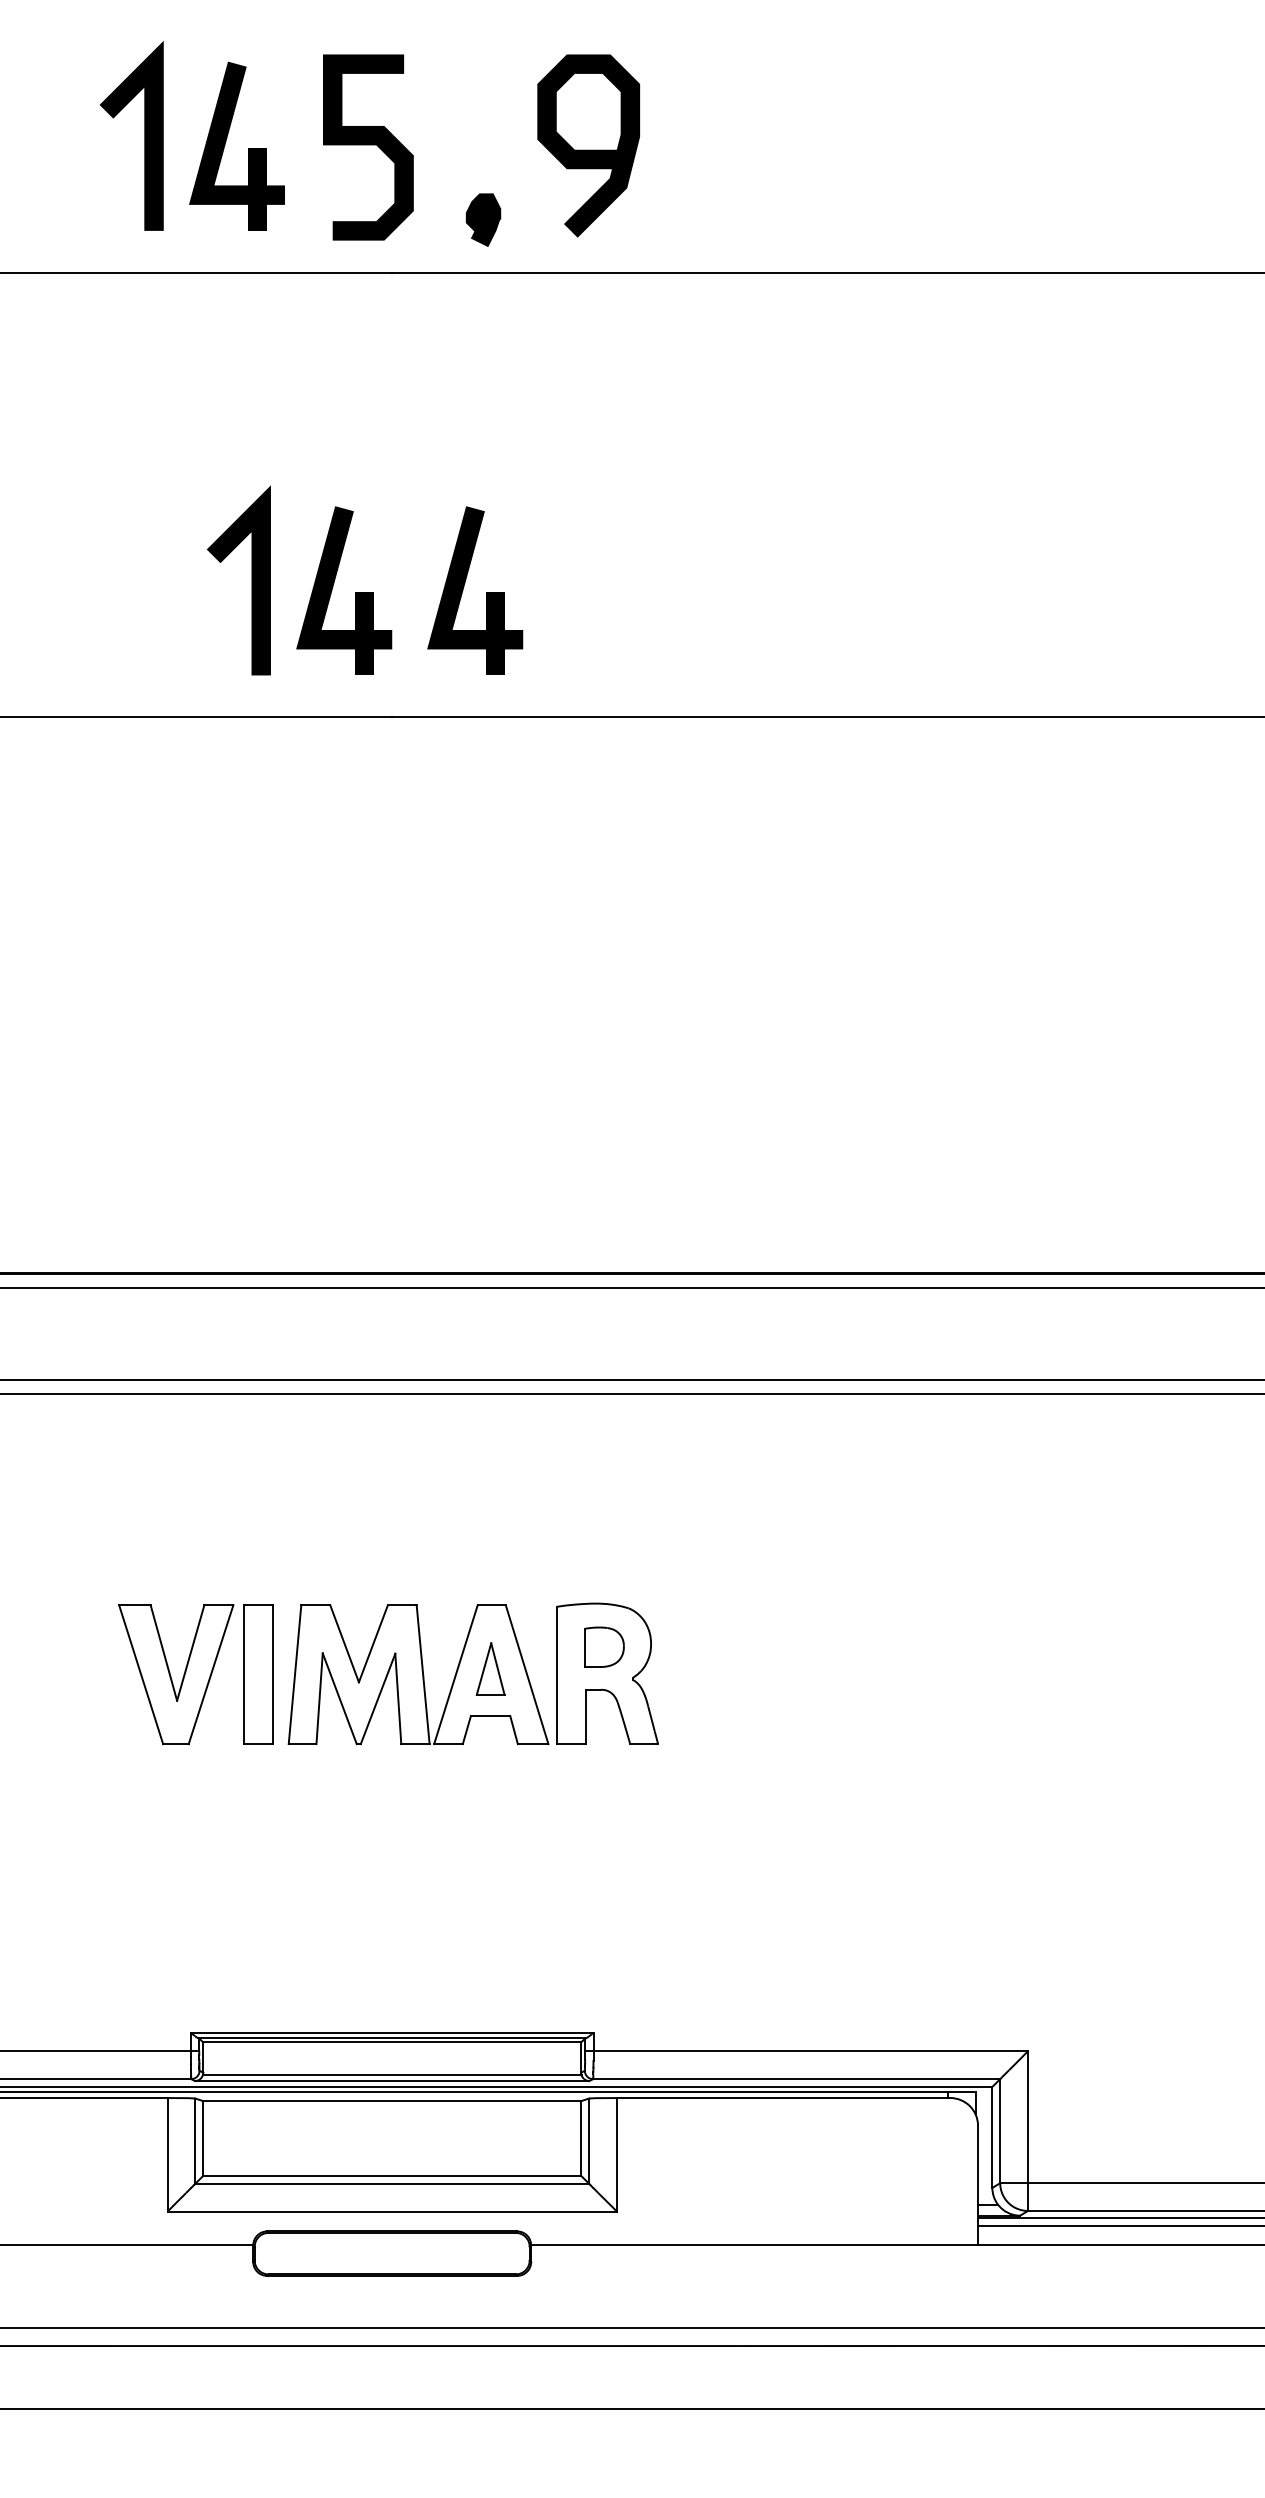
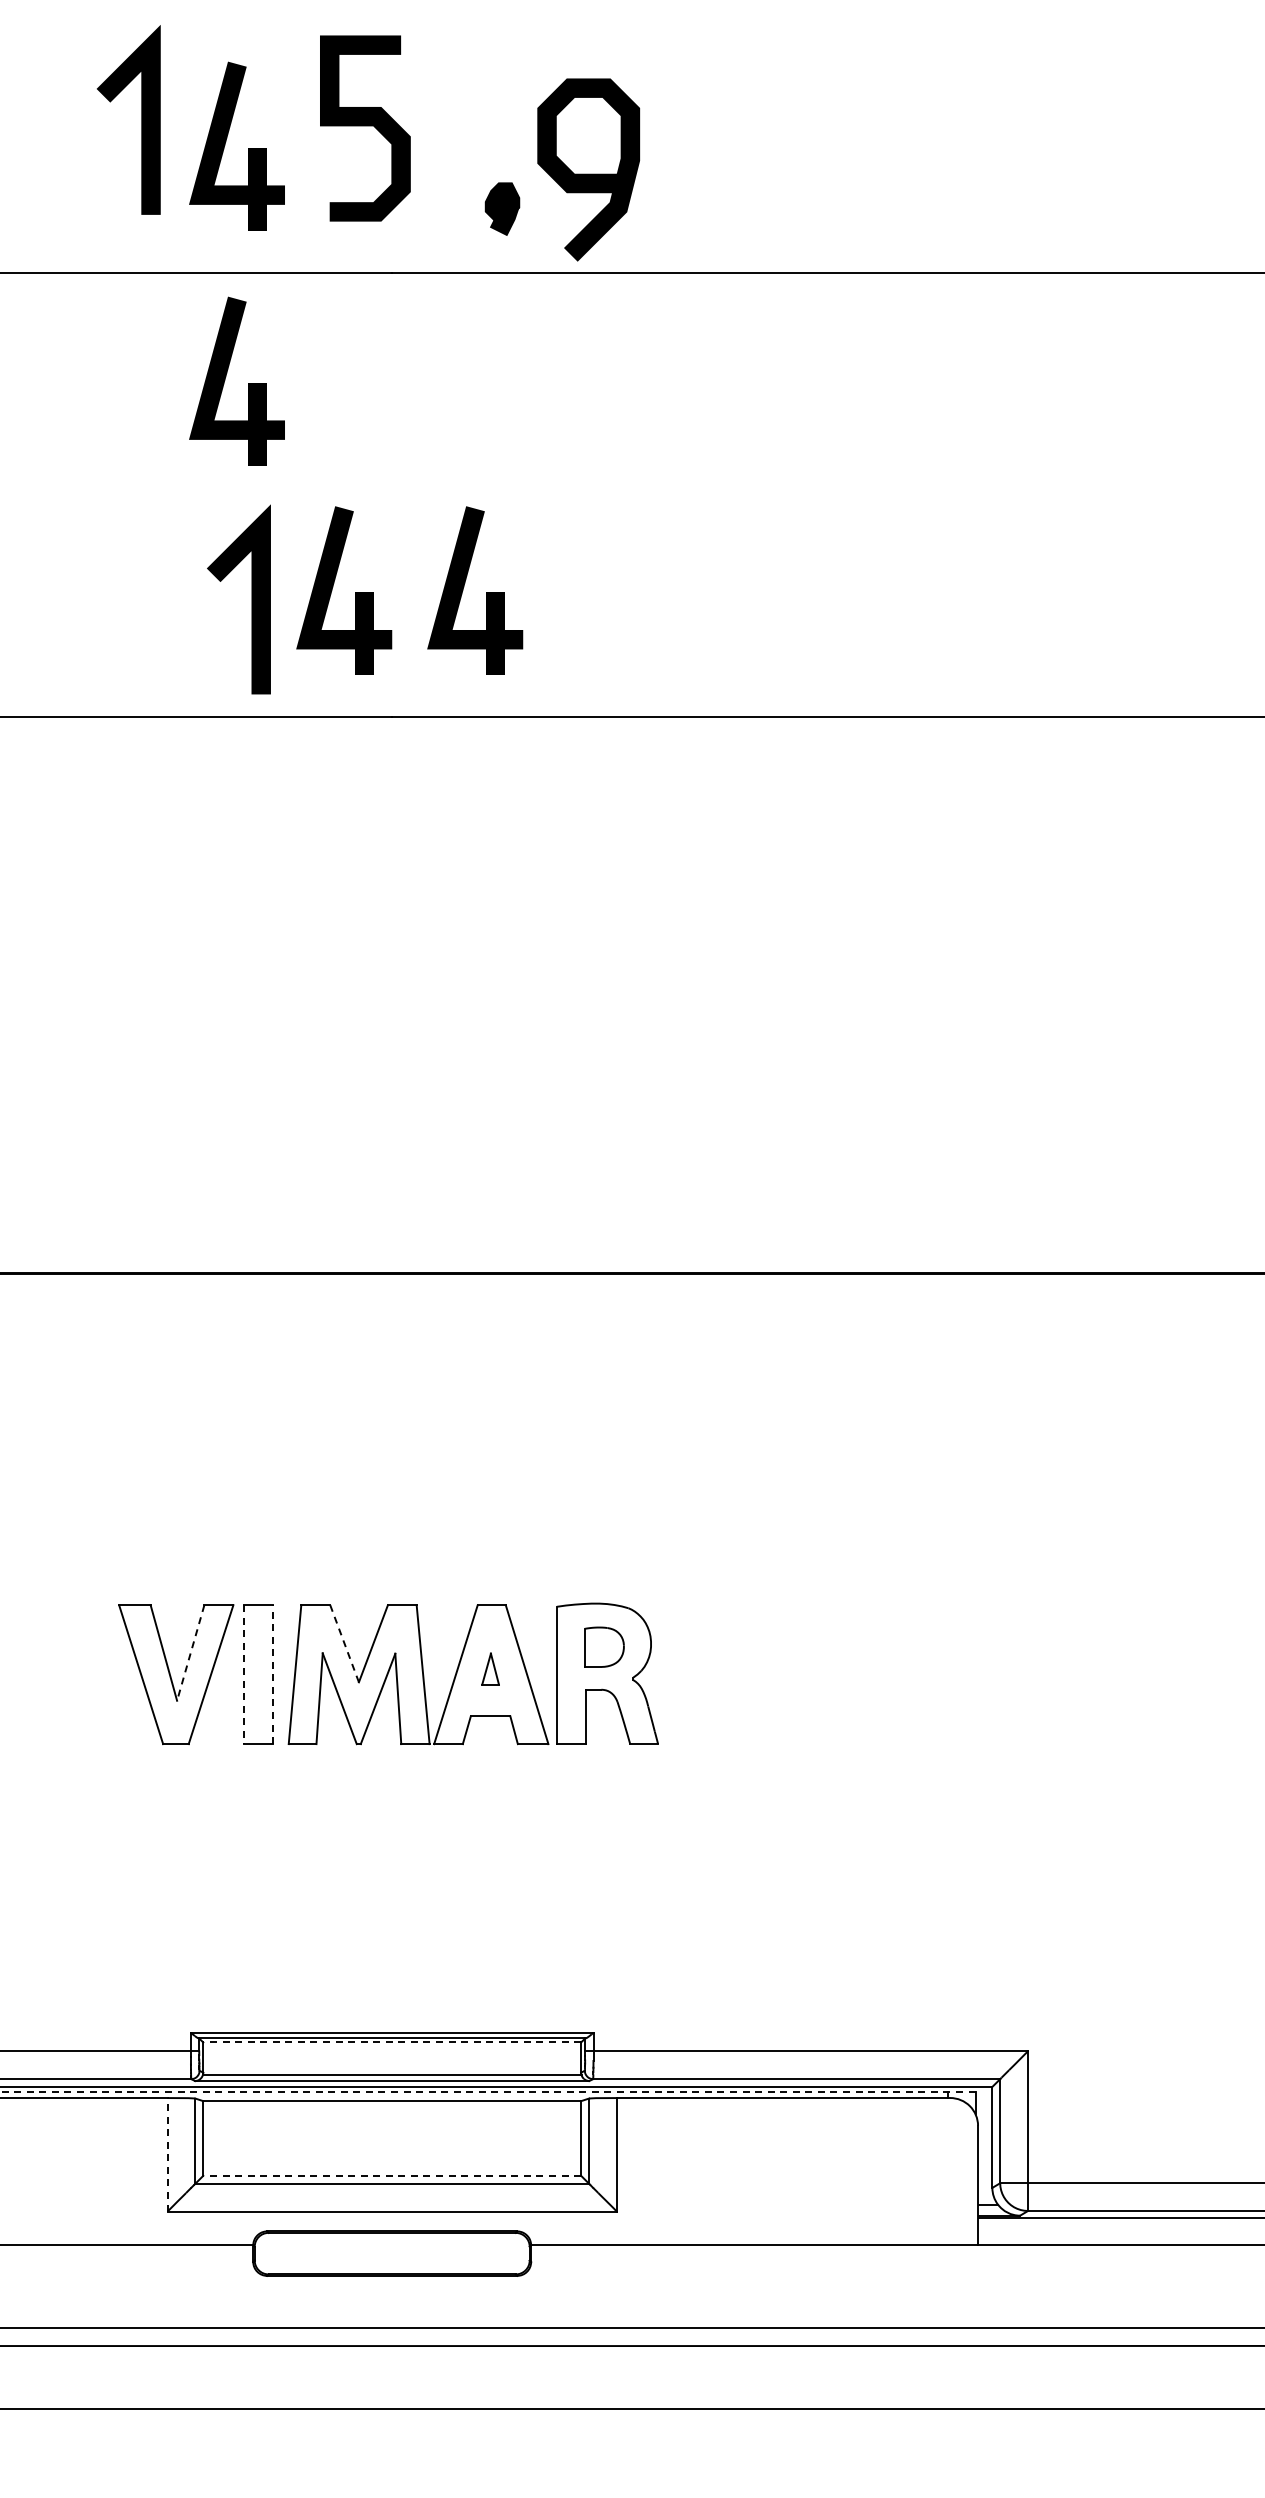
line at (144, 135) position: (144, 135) -> (141, 119)
curve at (368, 145) position: (368, 145) -> (365, 126)
curve at (588, 149) position: (588, 149) -> (588, 173)
part at (483, 219) position: (483, 219) -> (502, 208)
part at (226, 377): none -> present
line at (251, 580) position: (251, 580) -> (251, 599)
line at (631, 1288): present -> none
line at (631, 1380): present -> none
line at (631, 1394): present -> none
line at (344, 1643): solid -> dashed
line at (190, 1652): solid -> dashed
part at (490, 1668) size: 31x54 px -> 19x34 px
line at (273, 1674): solid -> dashed
line at (244, 1675): solid -> dashed
line at (392, 2042): solid -> dashed
line at (487, 2092): solid -> dashed
line at (167, 2154): solid -> dashed
line at (392, 2175): solid -> dashed
line at (1119, 2225): present -> none
